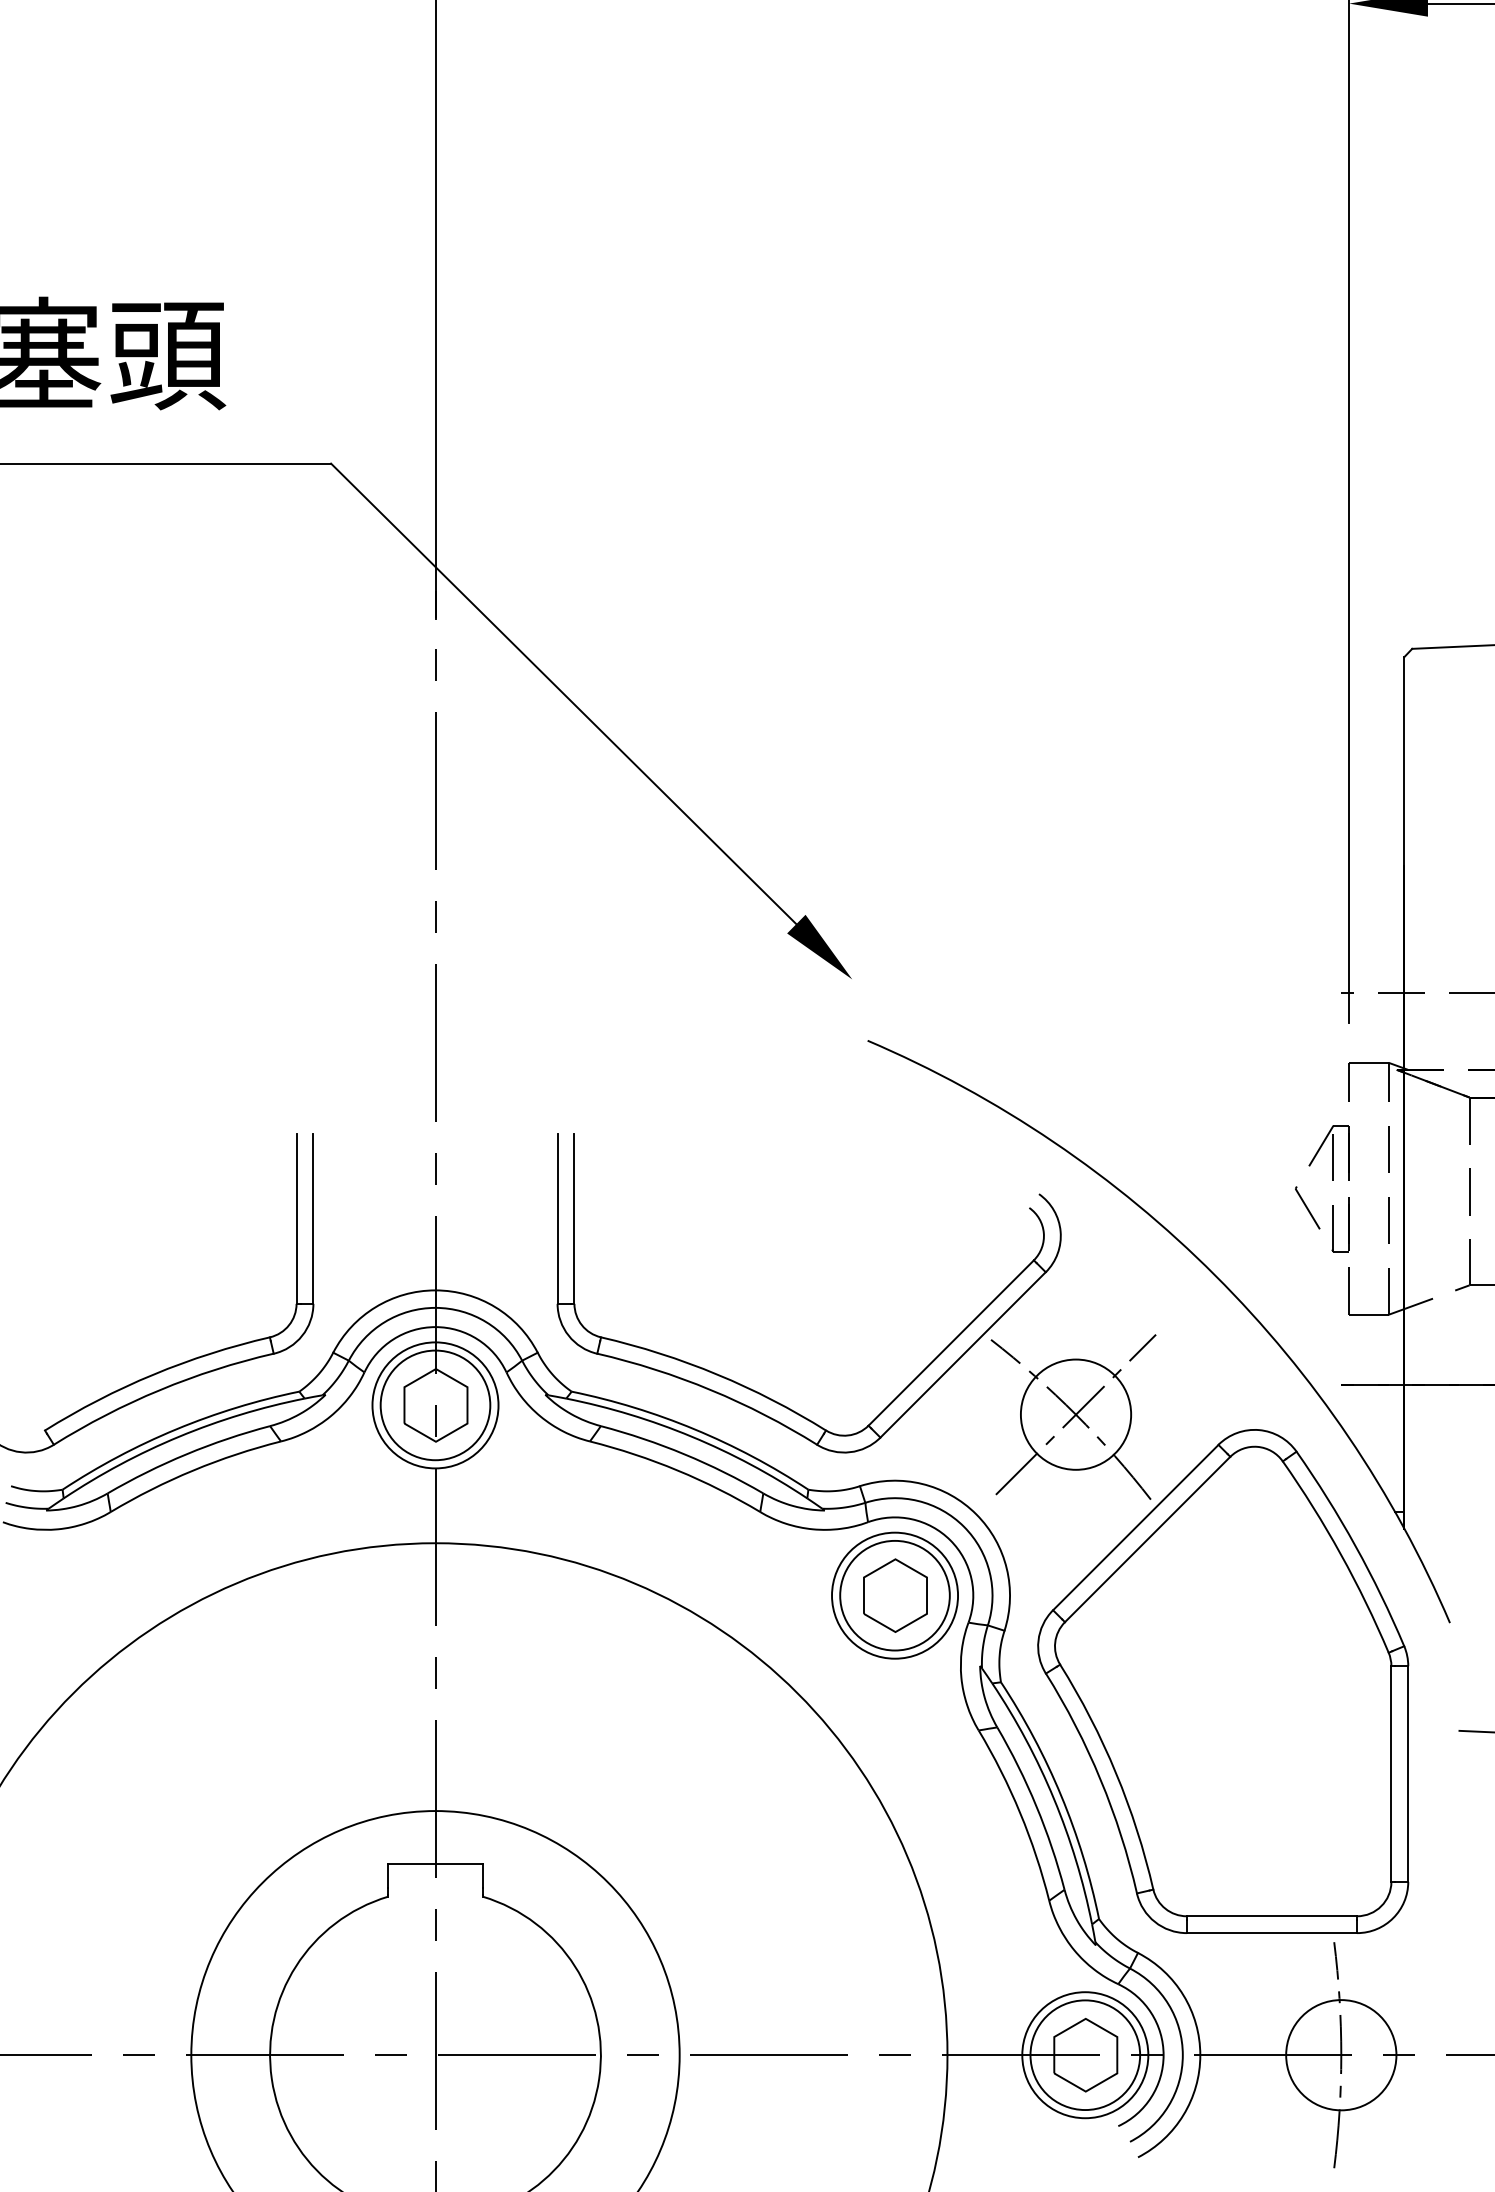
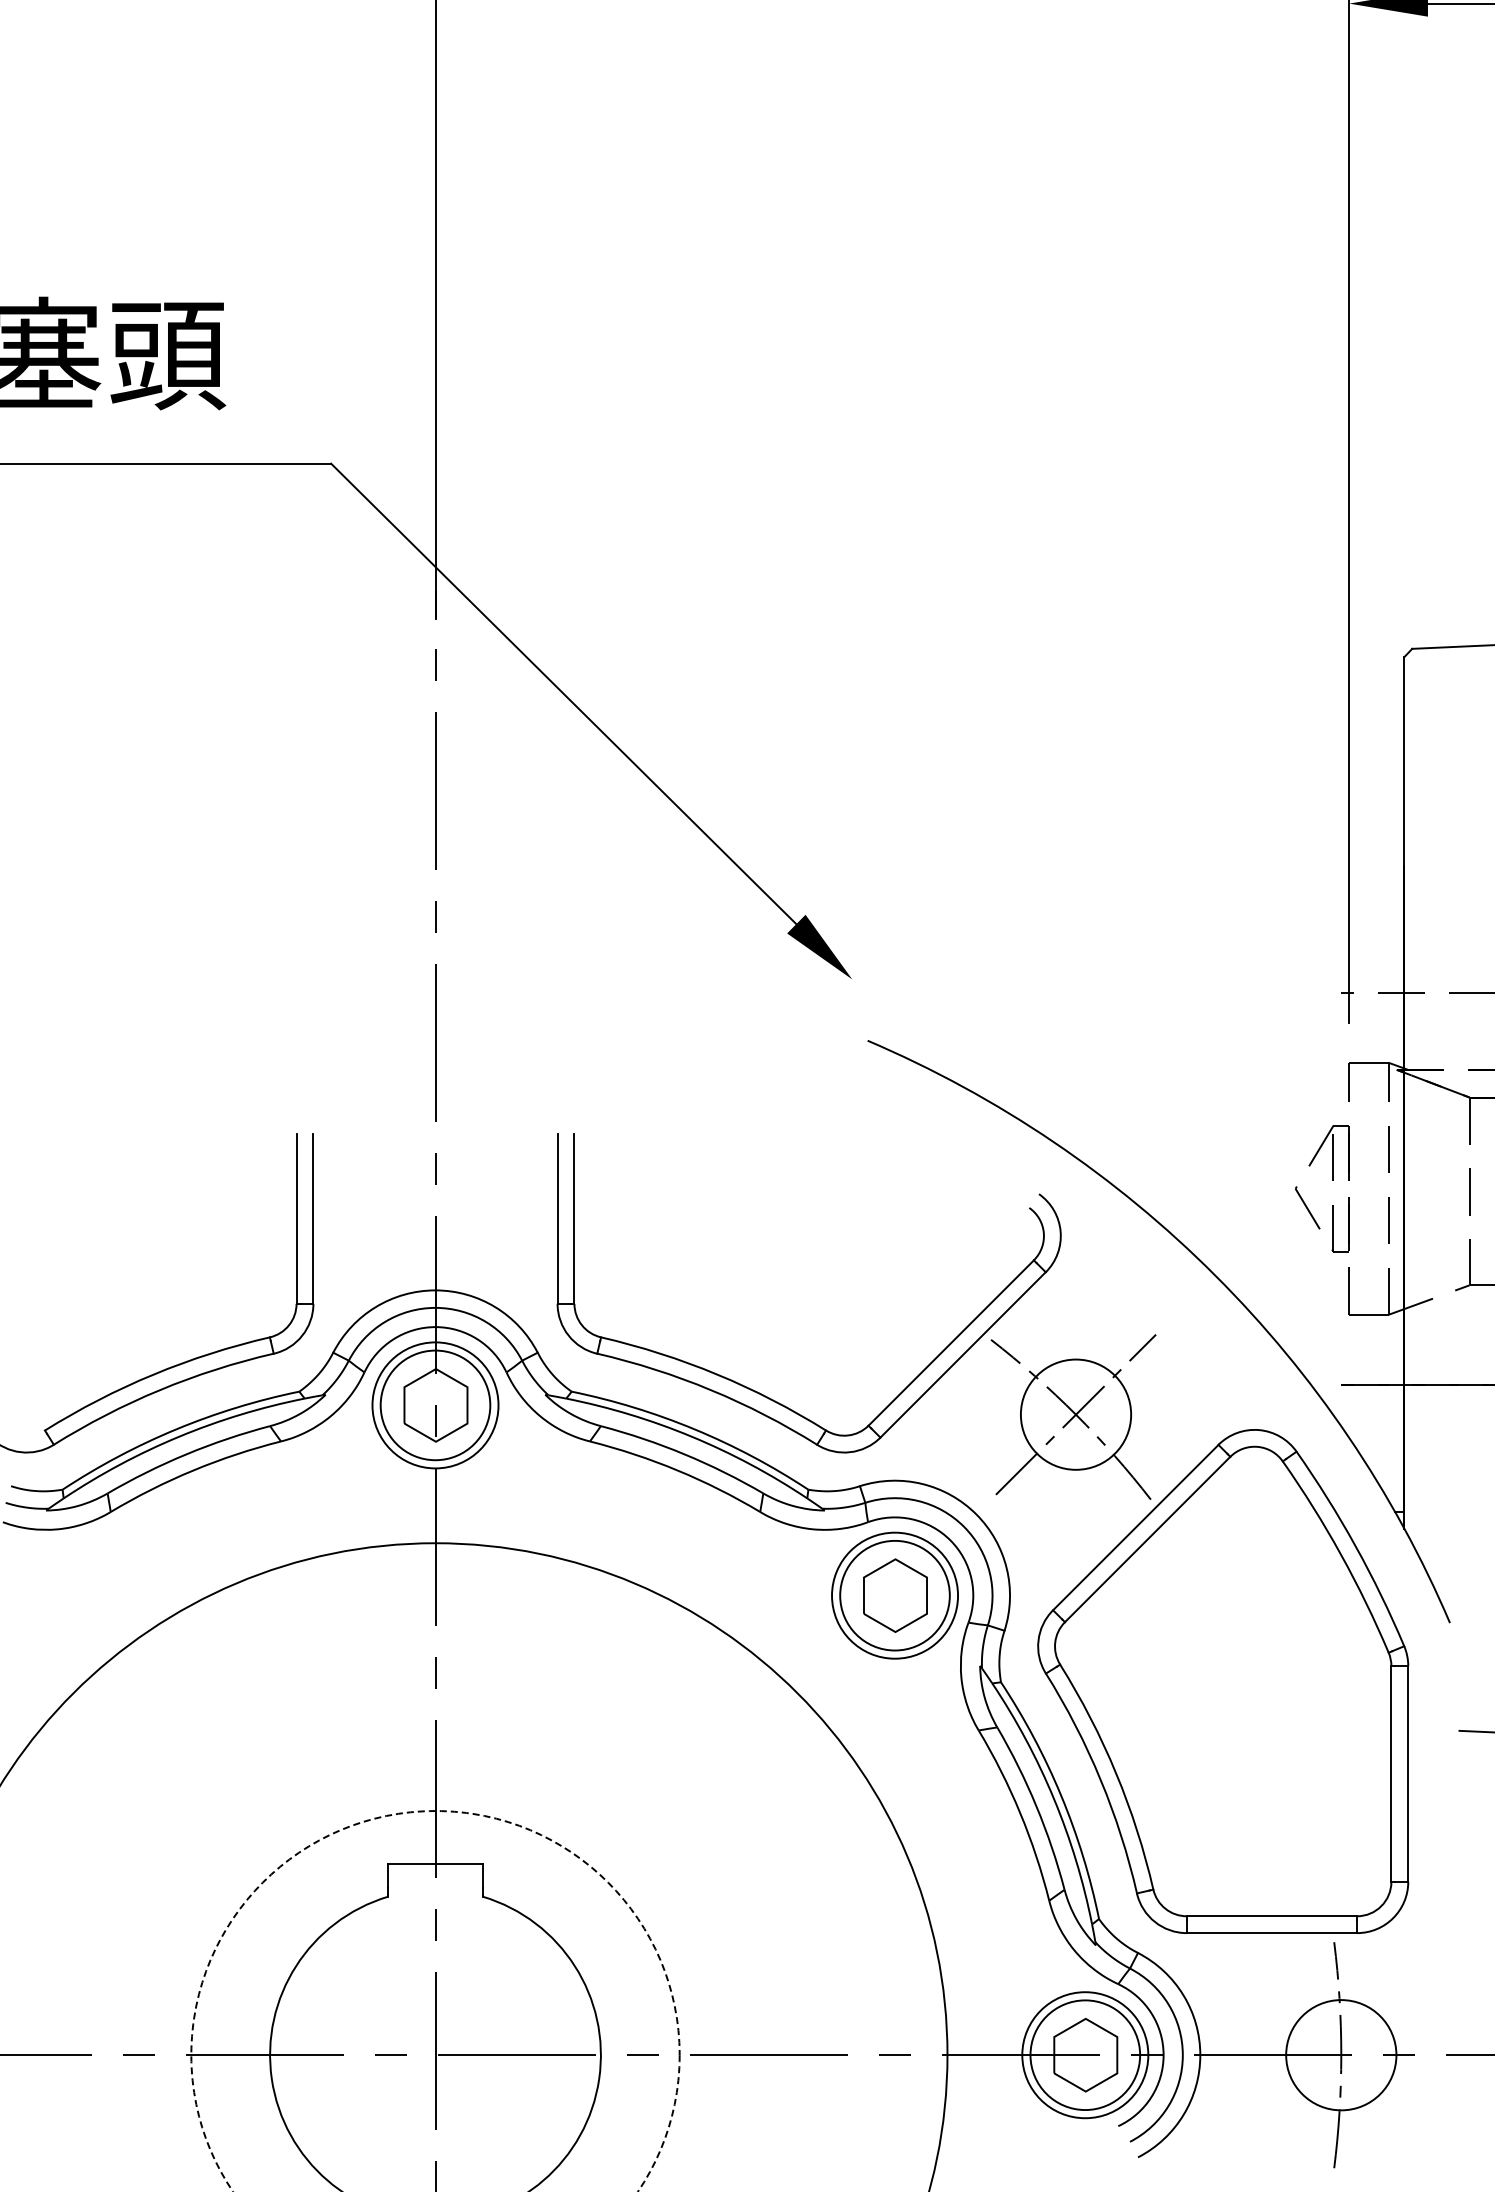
circle at (435, 2001): solid -> dashed
